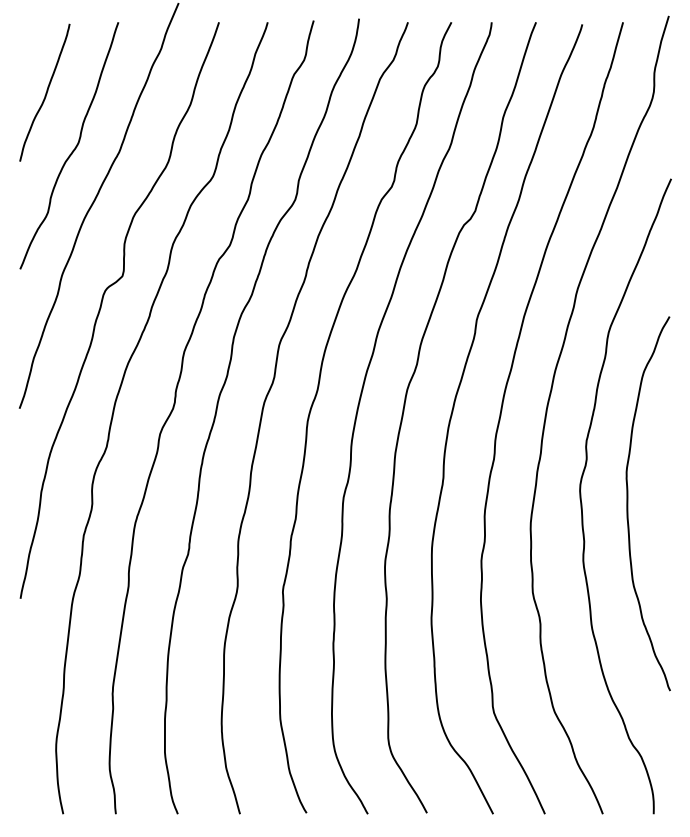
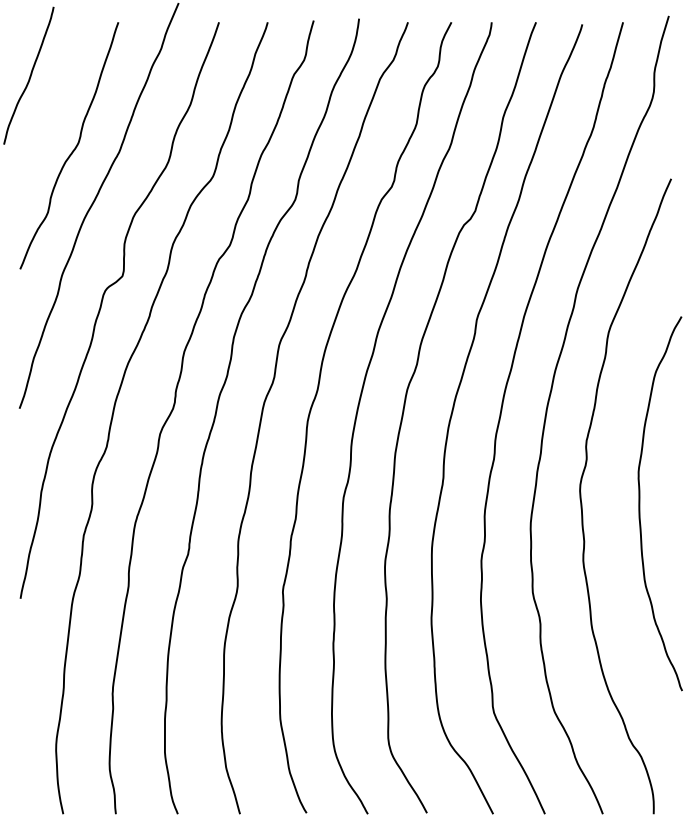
curve at (45, 92) position: (45, 92) -> (29, 75)
curve at (628, 503) position: (628, 503) -> (640, 503)
